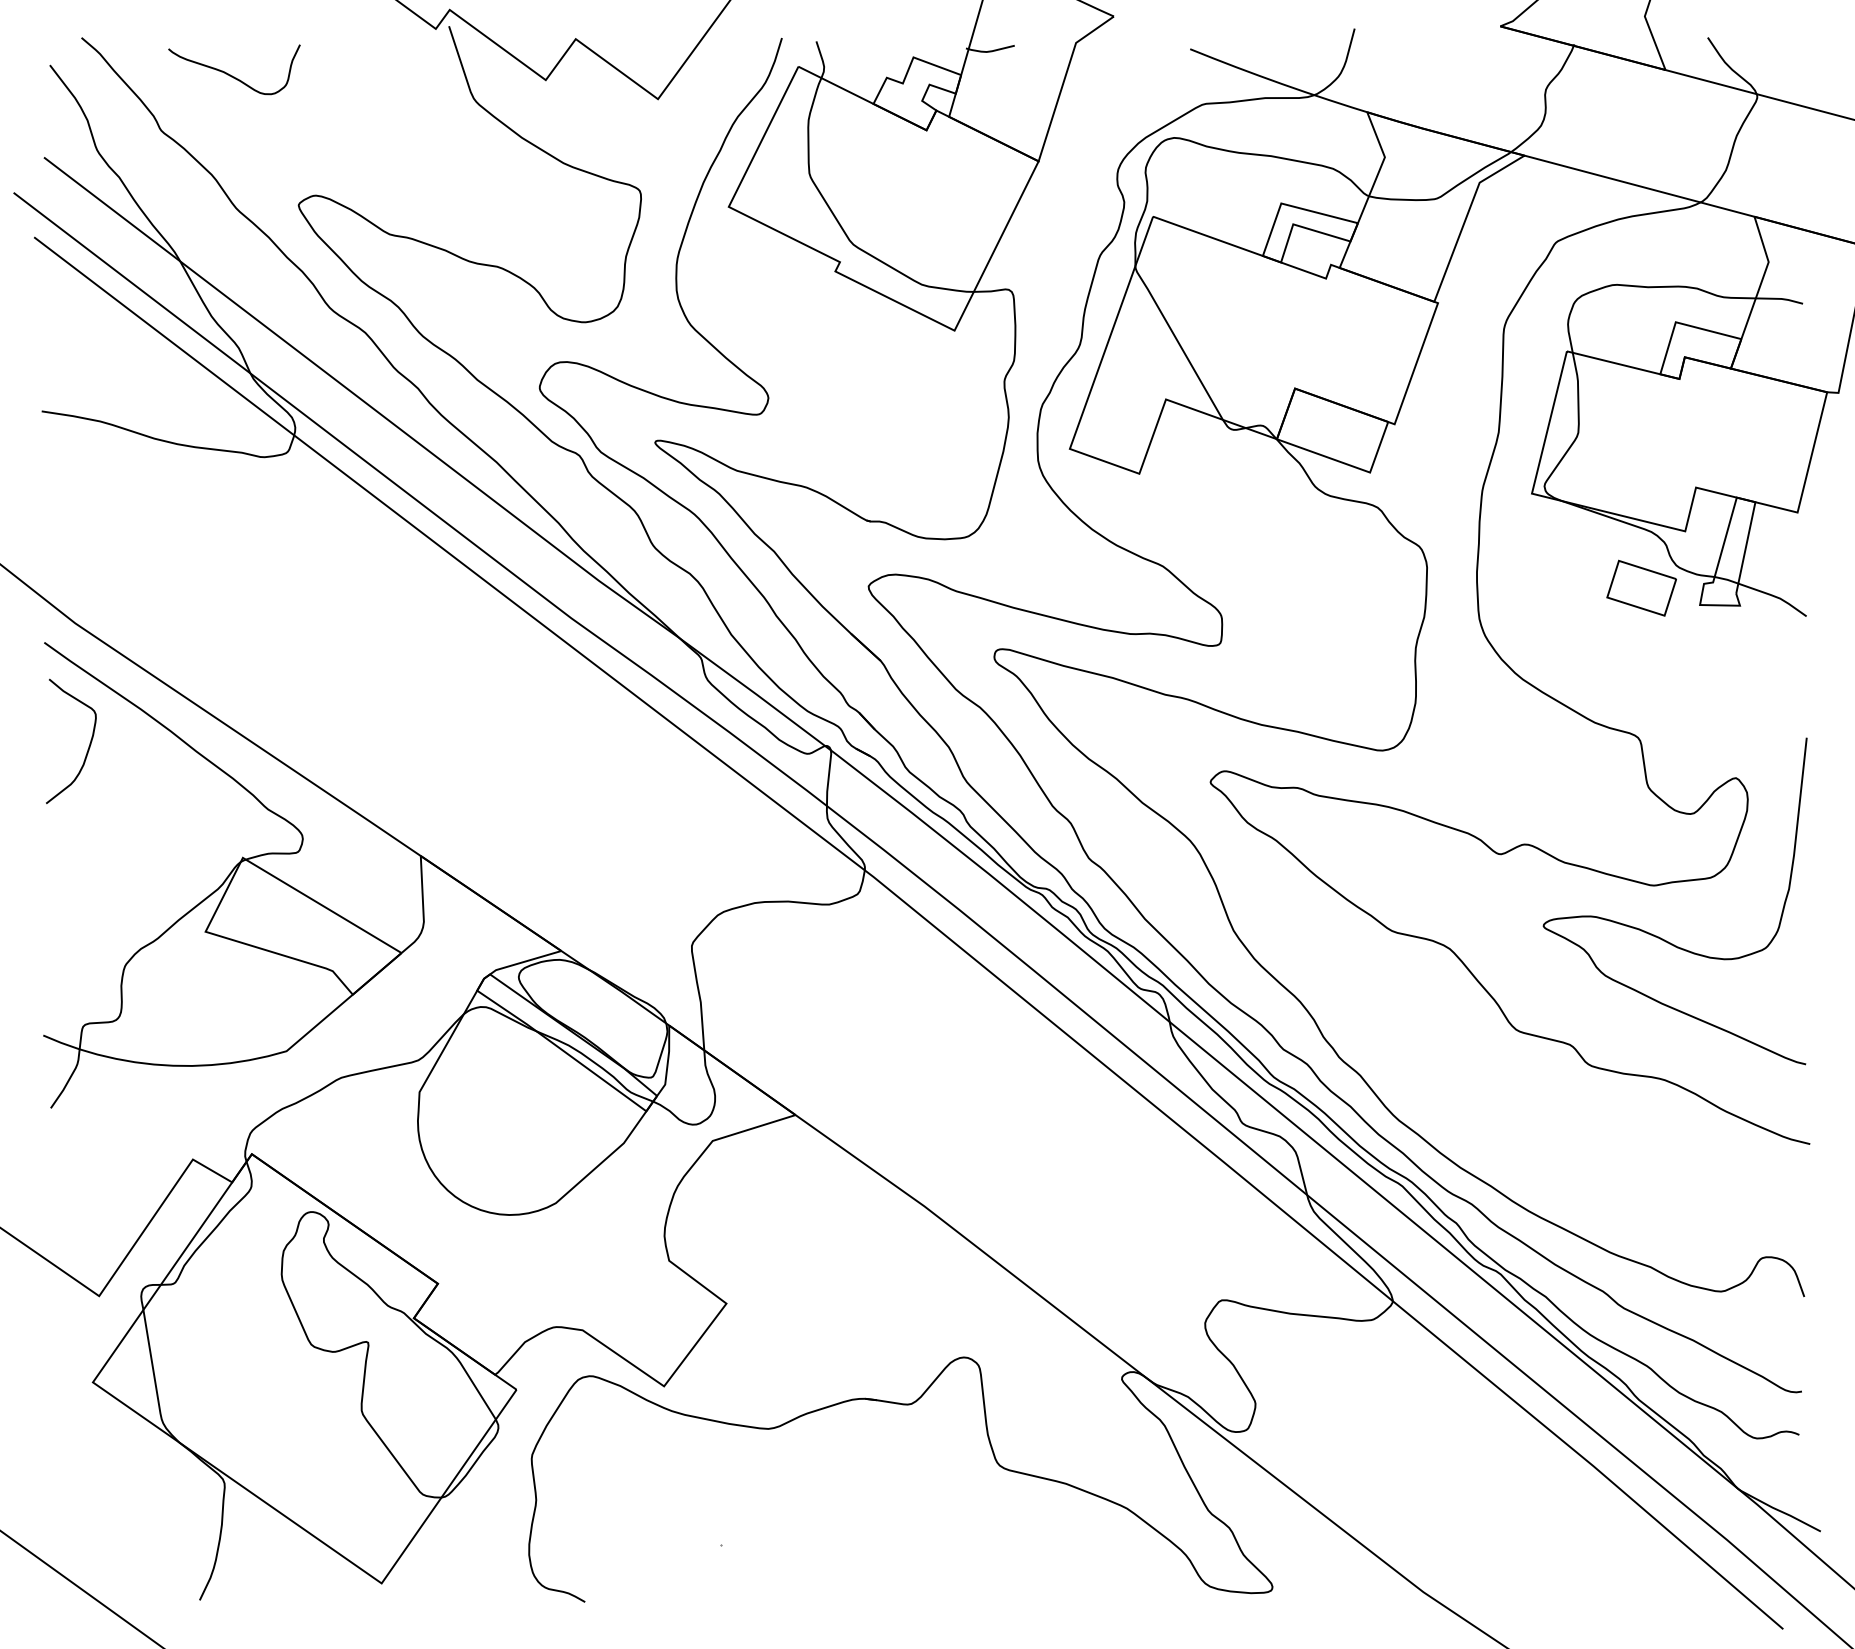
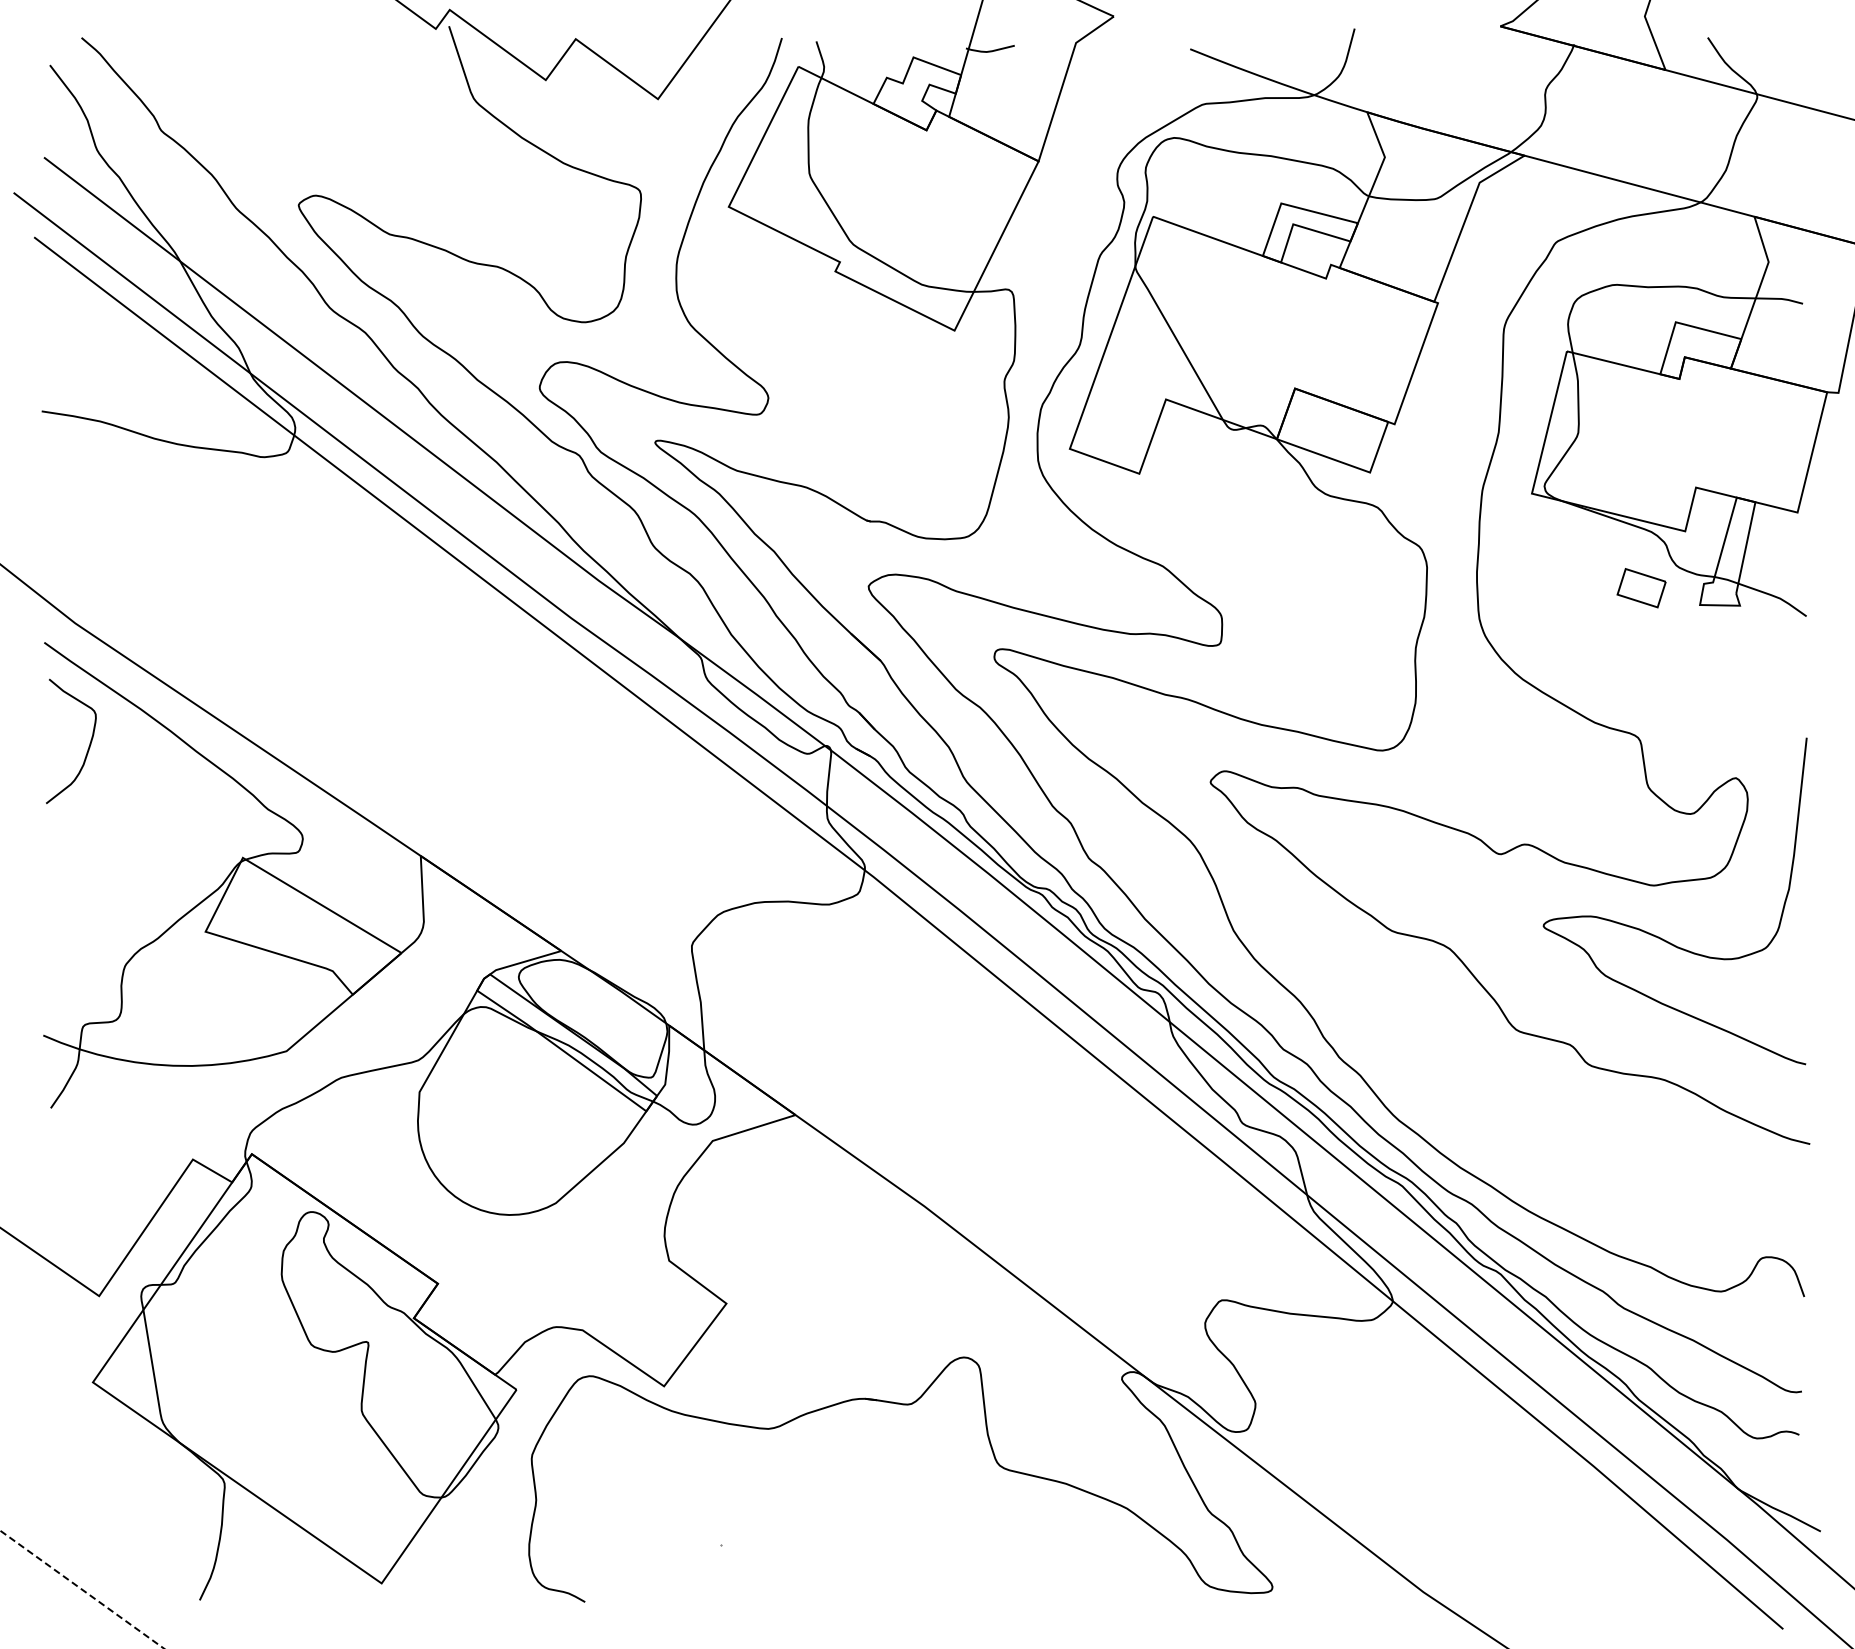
curve at (232, 75): present -> none
part at (1641, 587) size: 71x58 px -> 51x41 px
line at (82, 1589): solid -> dashed
